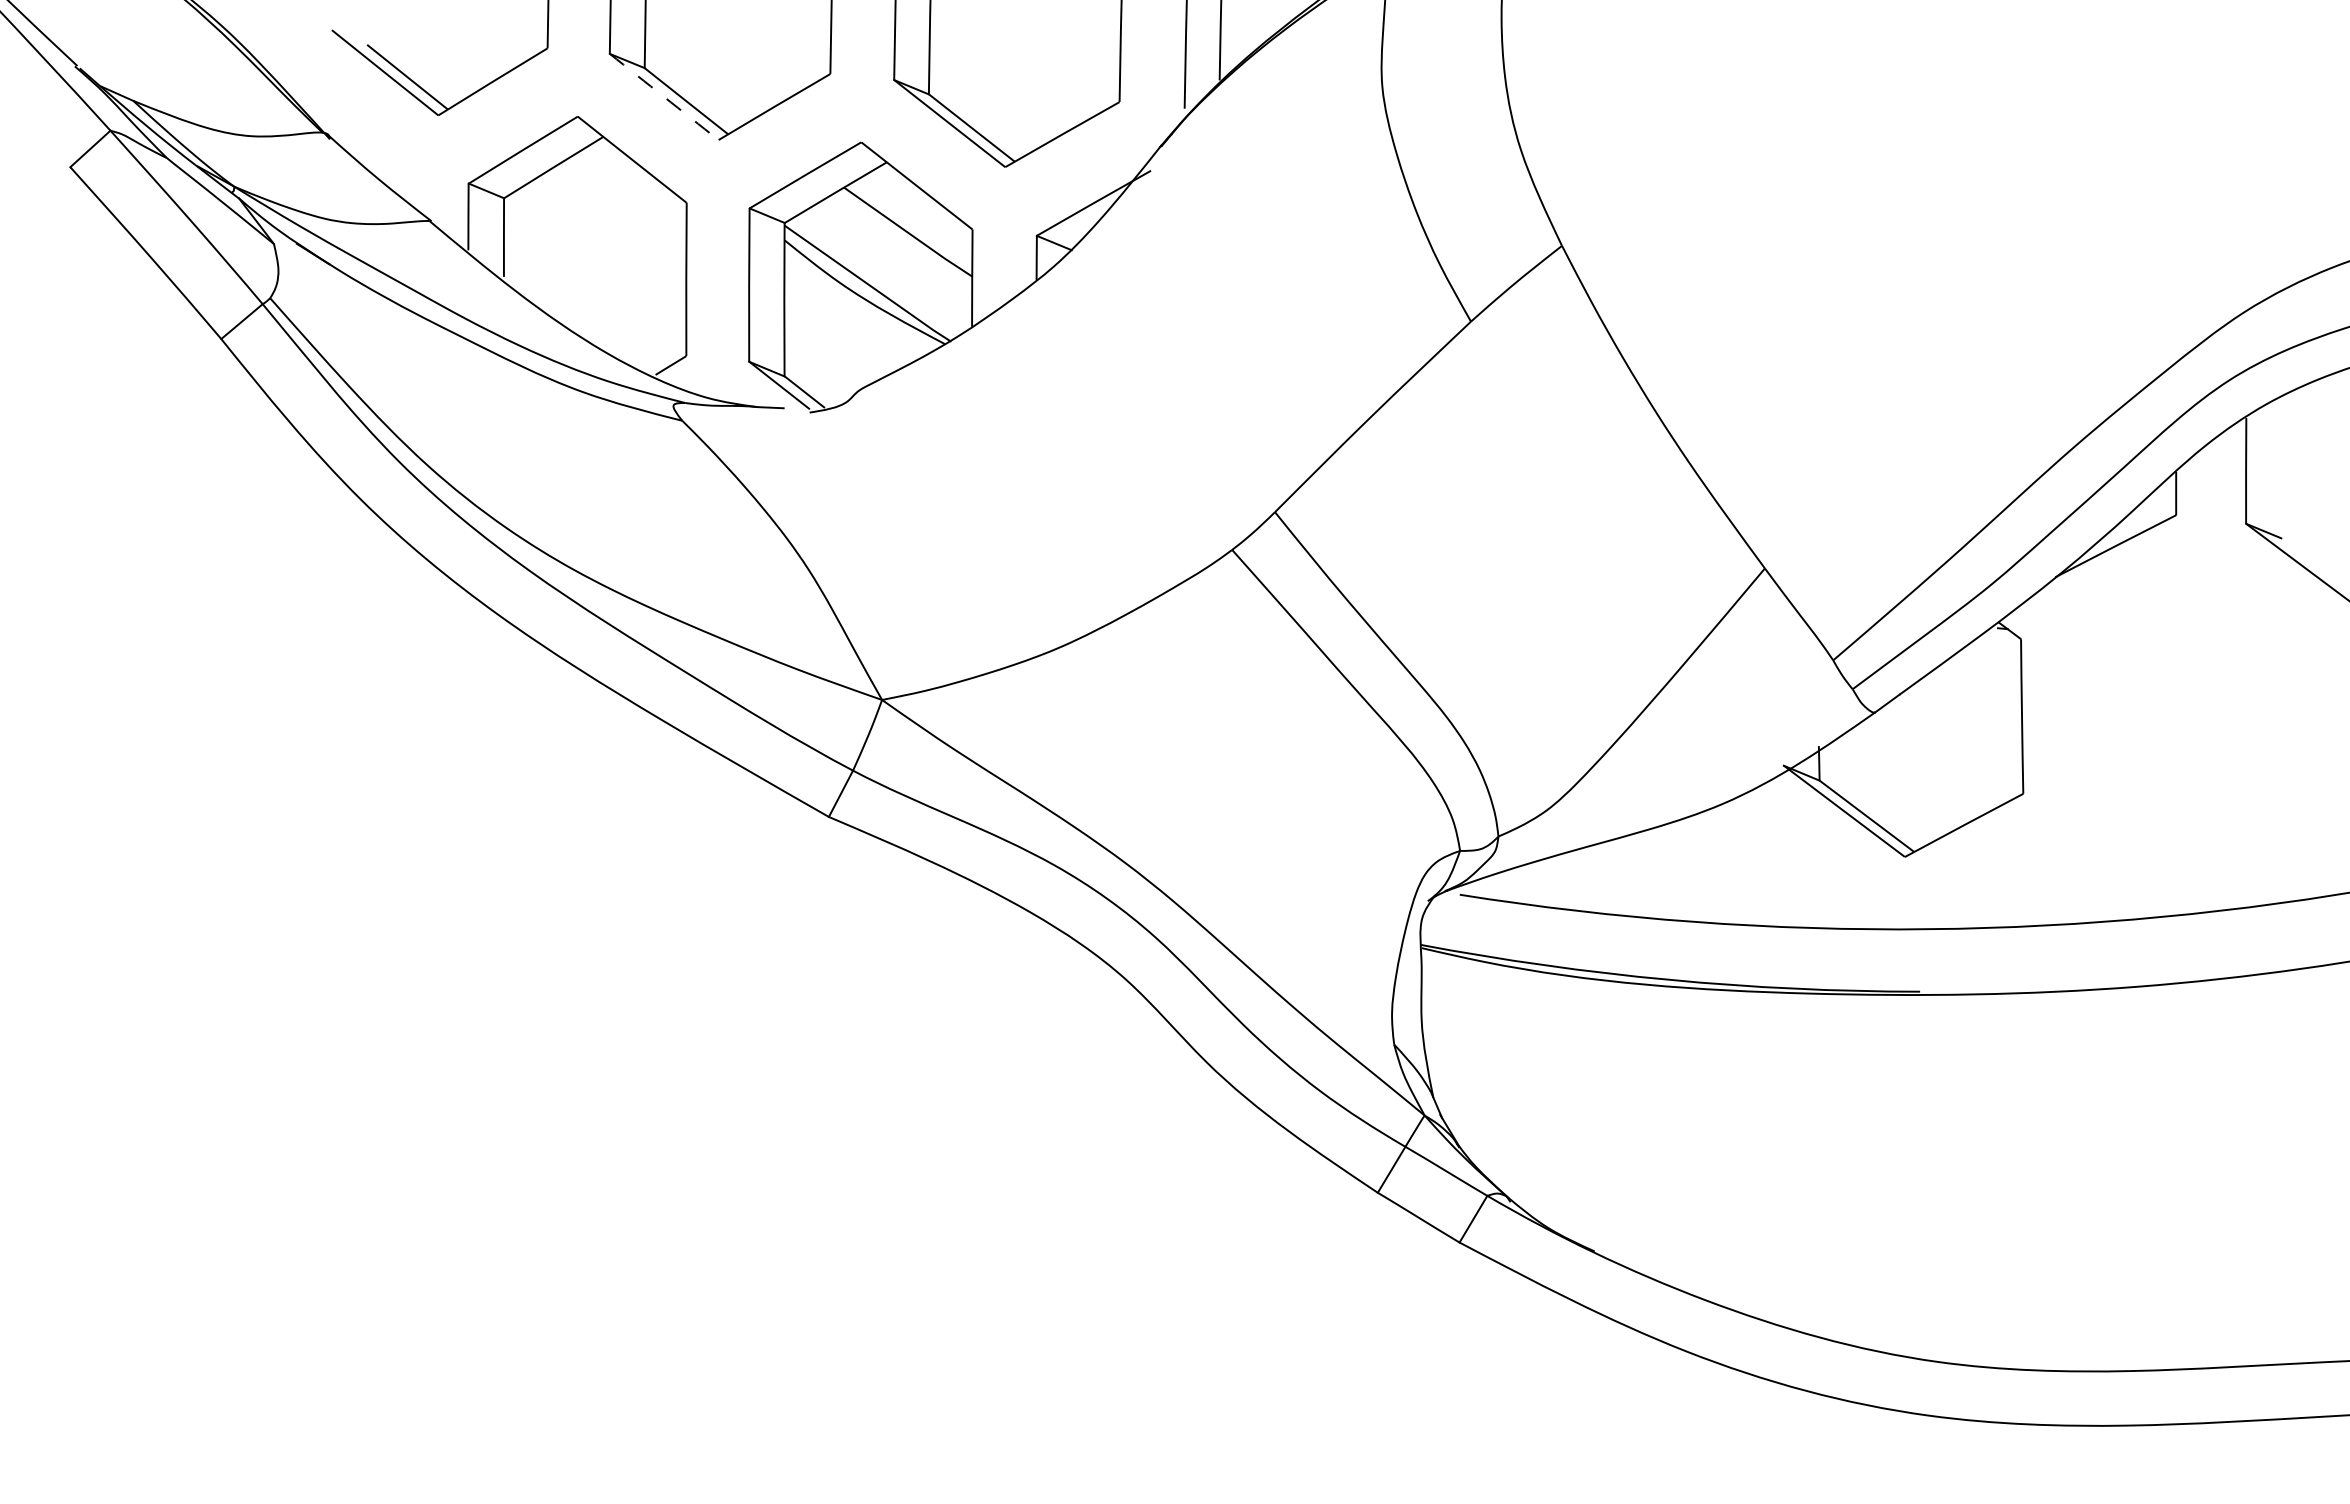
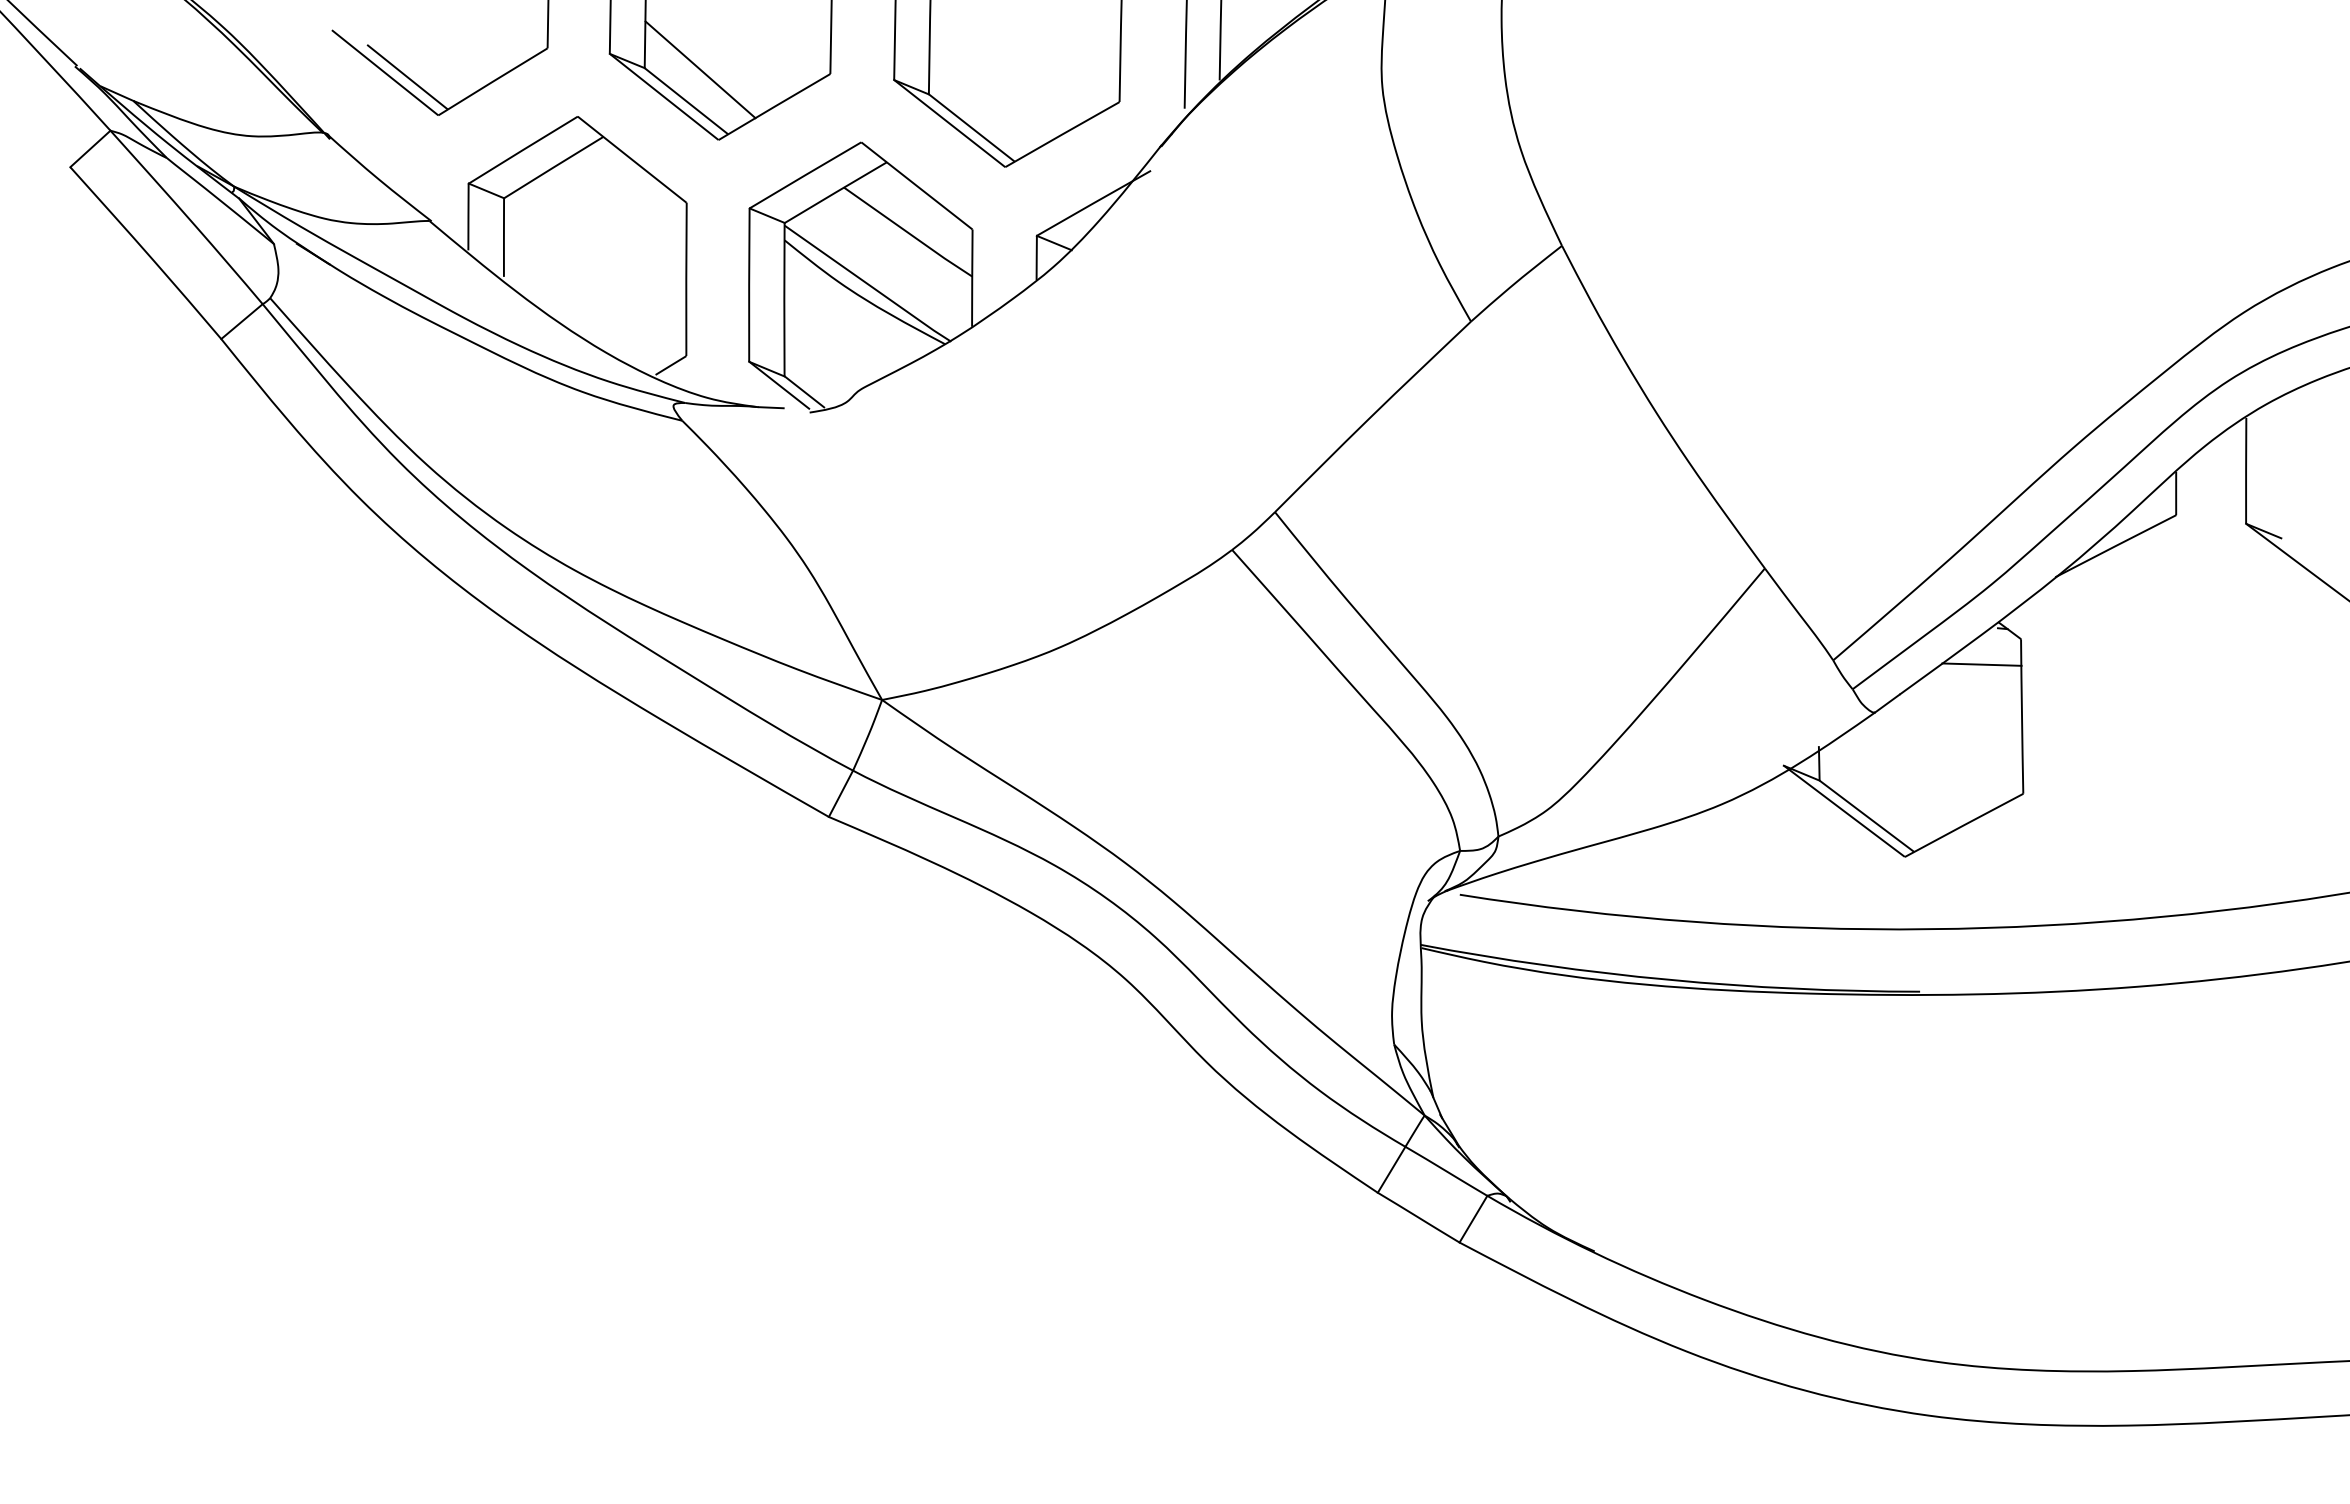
line at (700, 69): none -> present
arc at (664, 97): dashed -> solid
line at (1981, 664): none -> present
